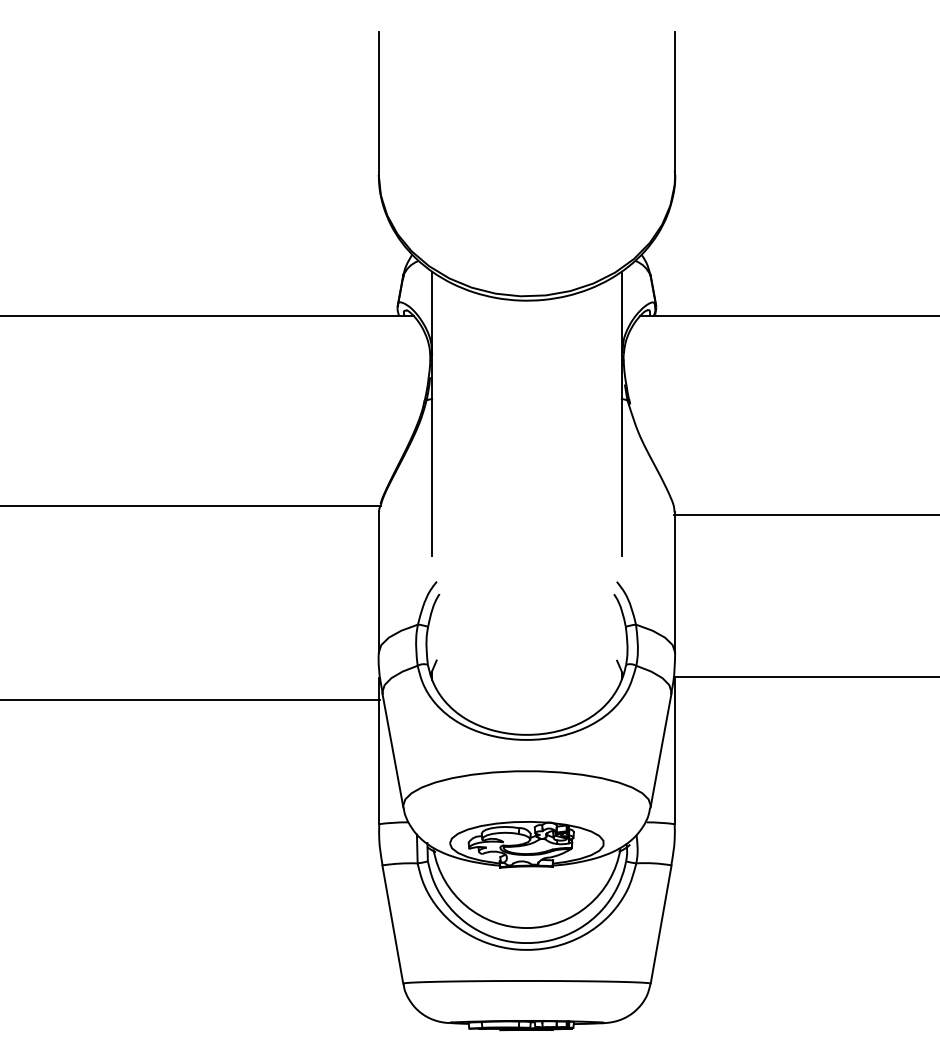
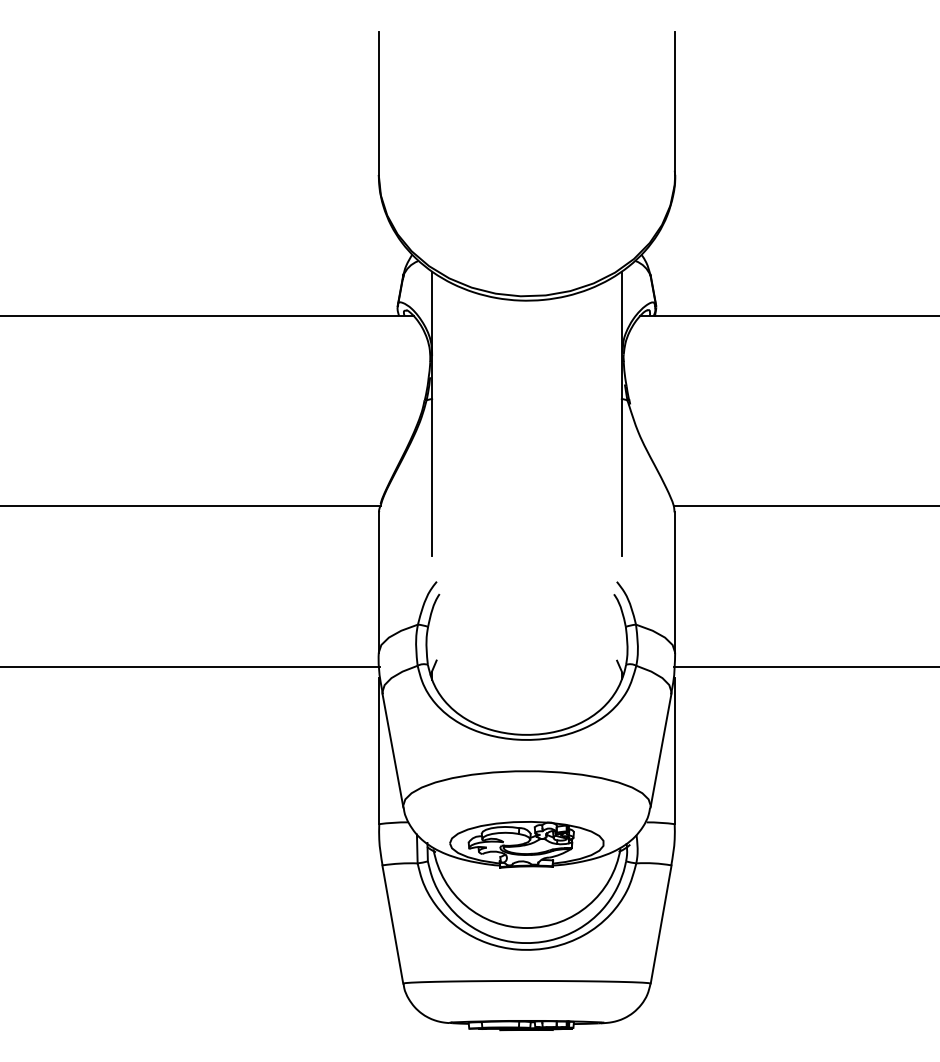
line at (804, 514) position: (804, 514) -> (804, 505)
line at (805, 677) position: (805, 677) -> (805, 667)
line at (190, 700) position: (190, 700) -> (190, 667)
